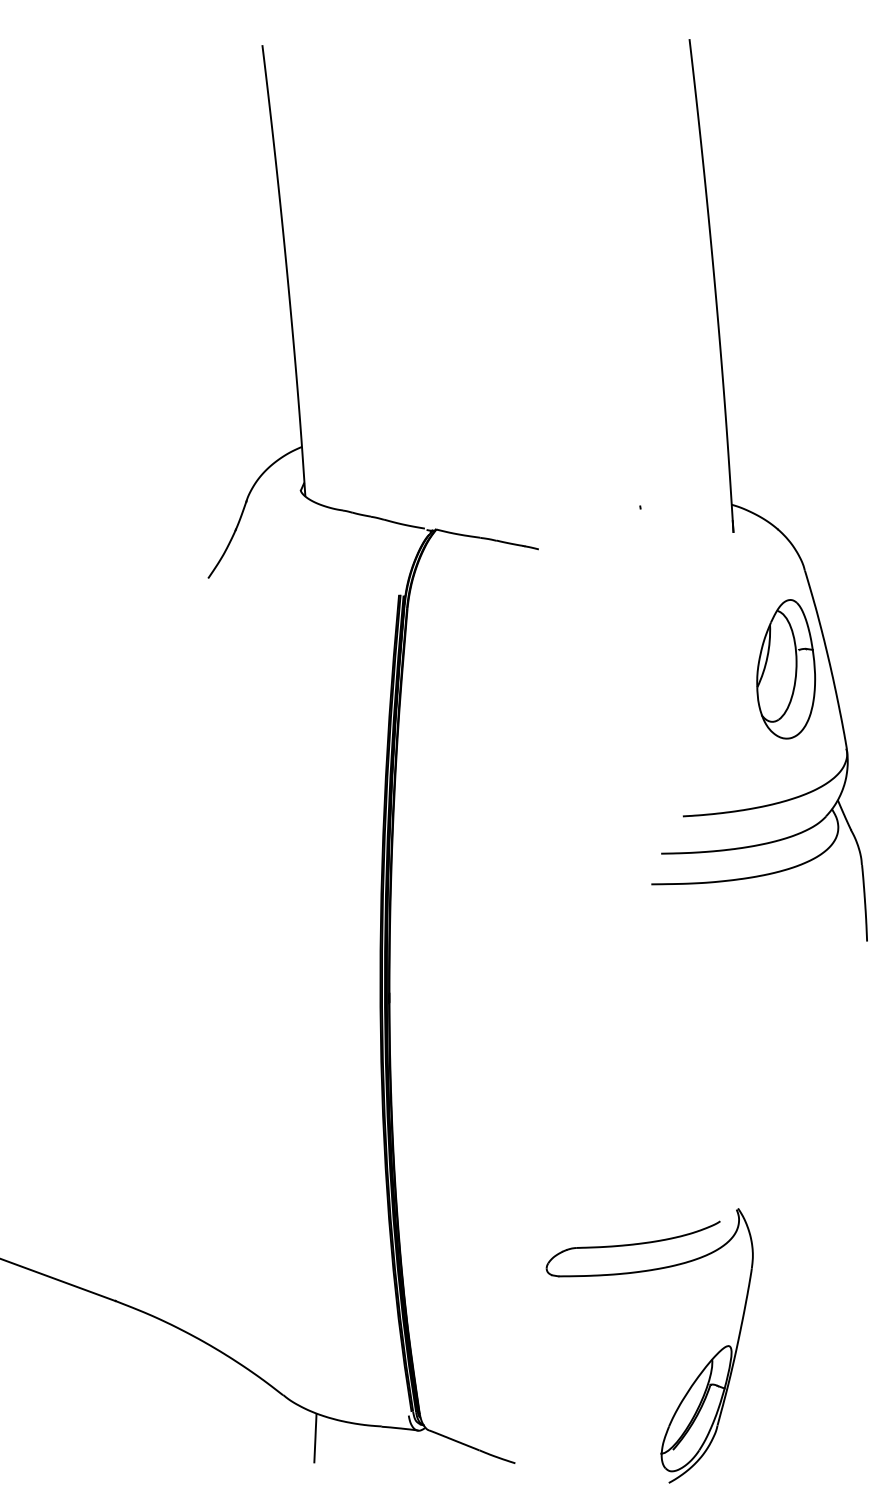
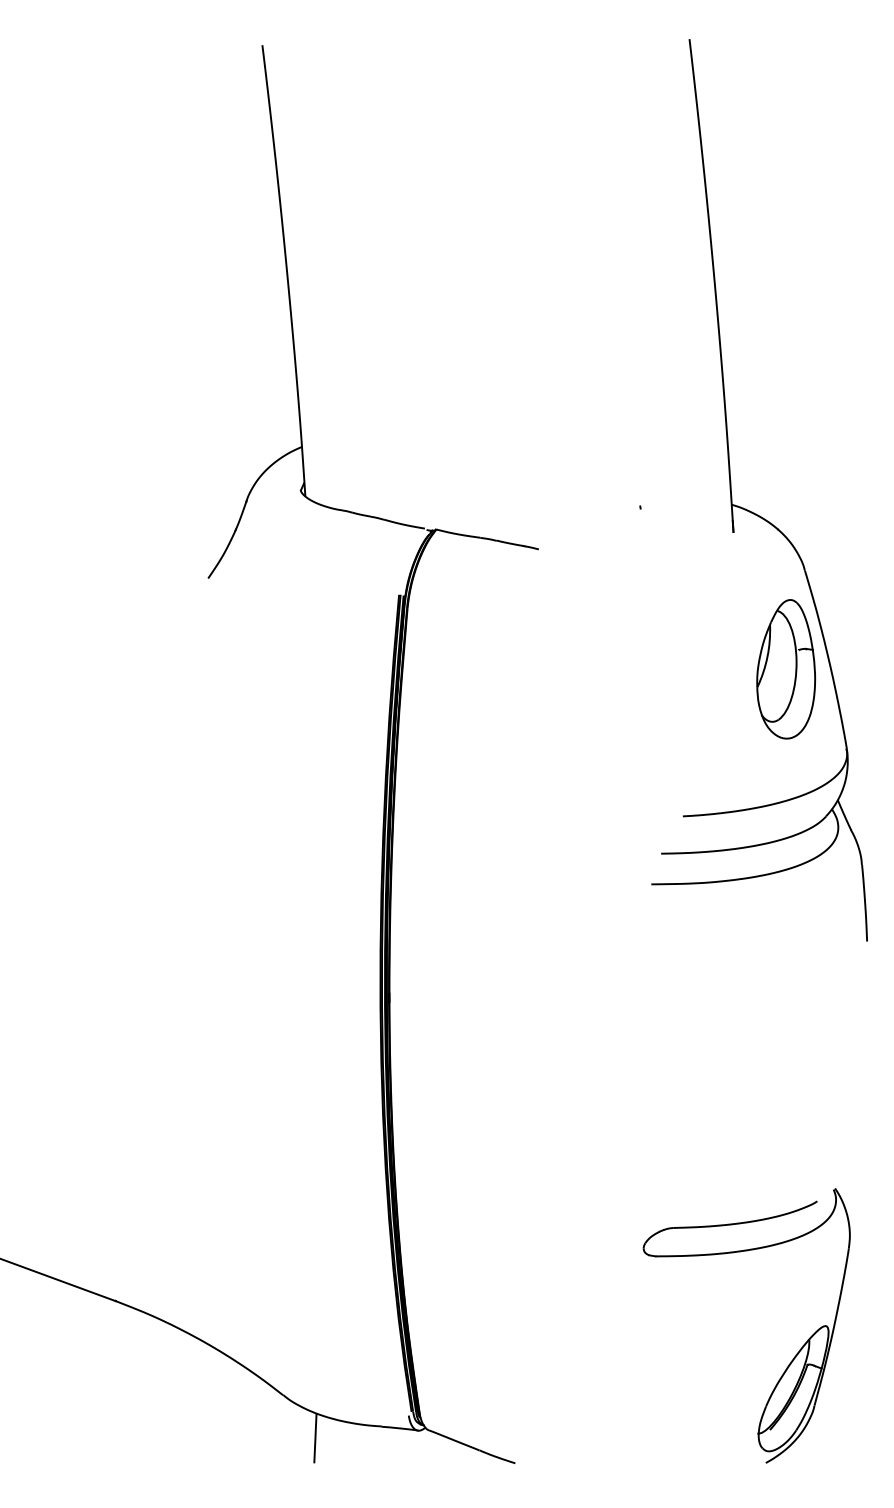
part at (693, 1381) position: (693, 1381) -> (790, 1361)
